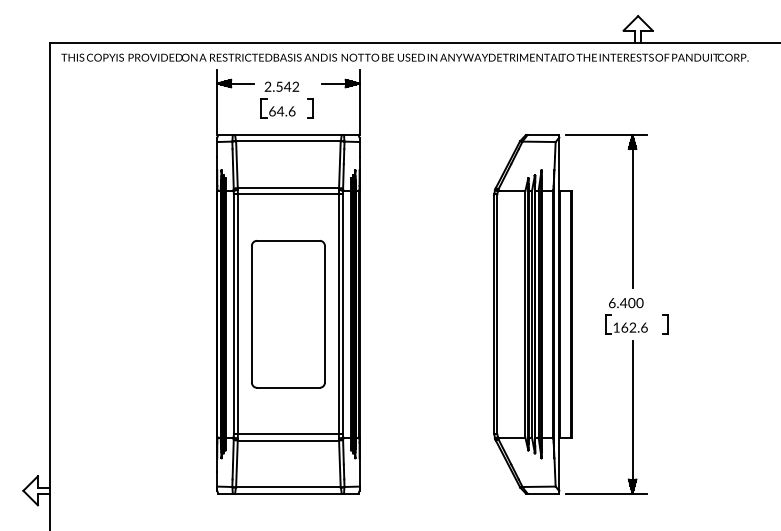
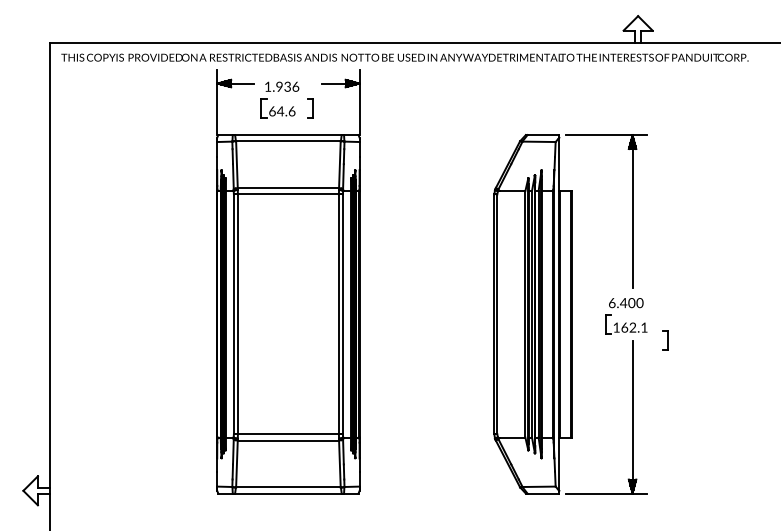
text at (281, 86): 2.542 -> 1.936
part at (288, 314): present -> none
part at (665, 324) position: (665, 324) -> (665, 340)
text at (644, 327): 162.6 -> 162.1
